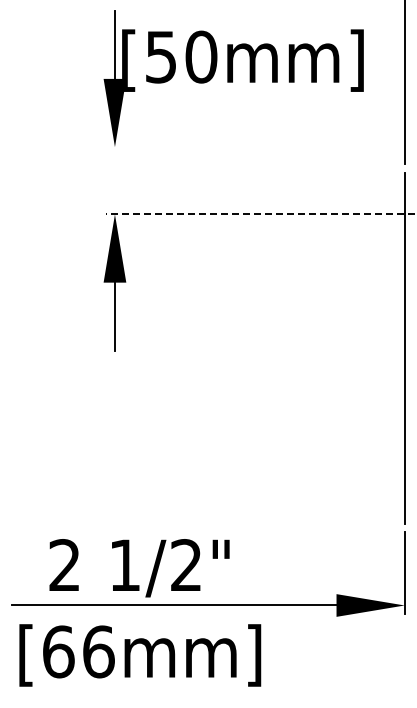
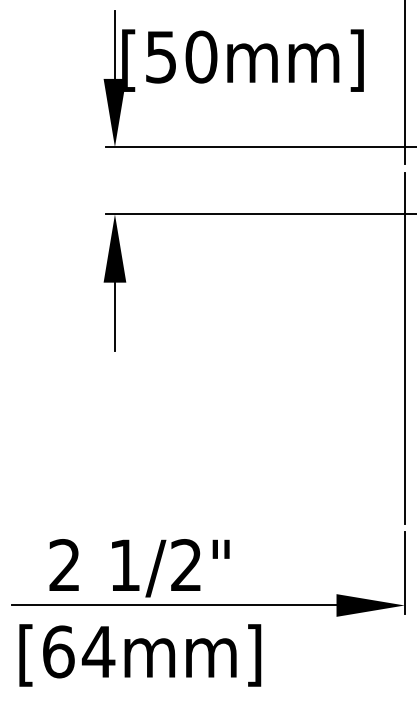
line at (259, 147): none -> present
line at (261, 214): dashed -> solid
text at (98, 651): [66mm] -> [64mm]
